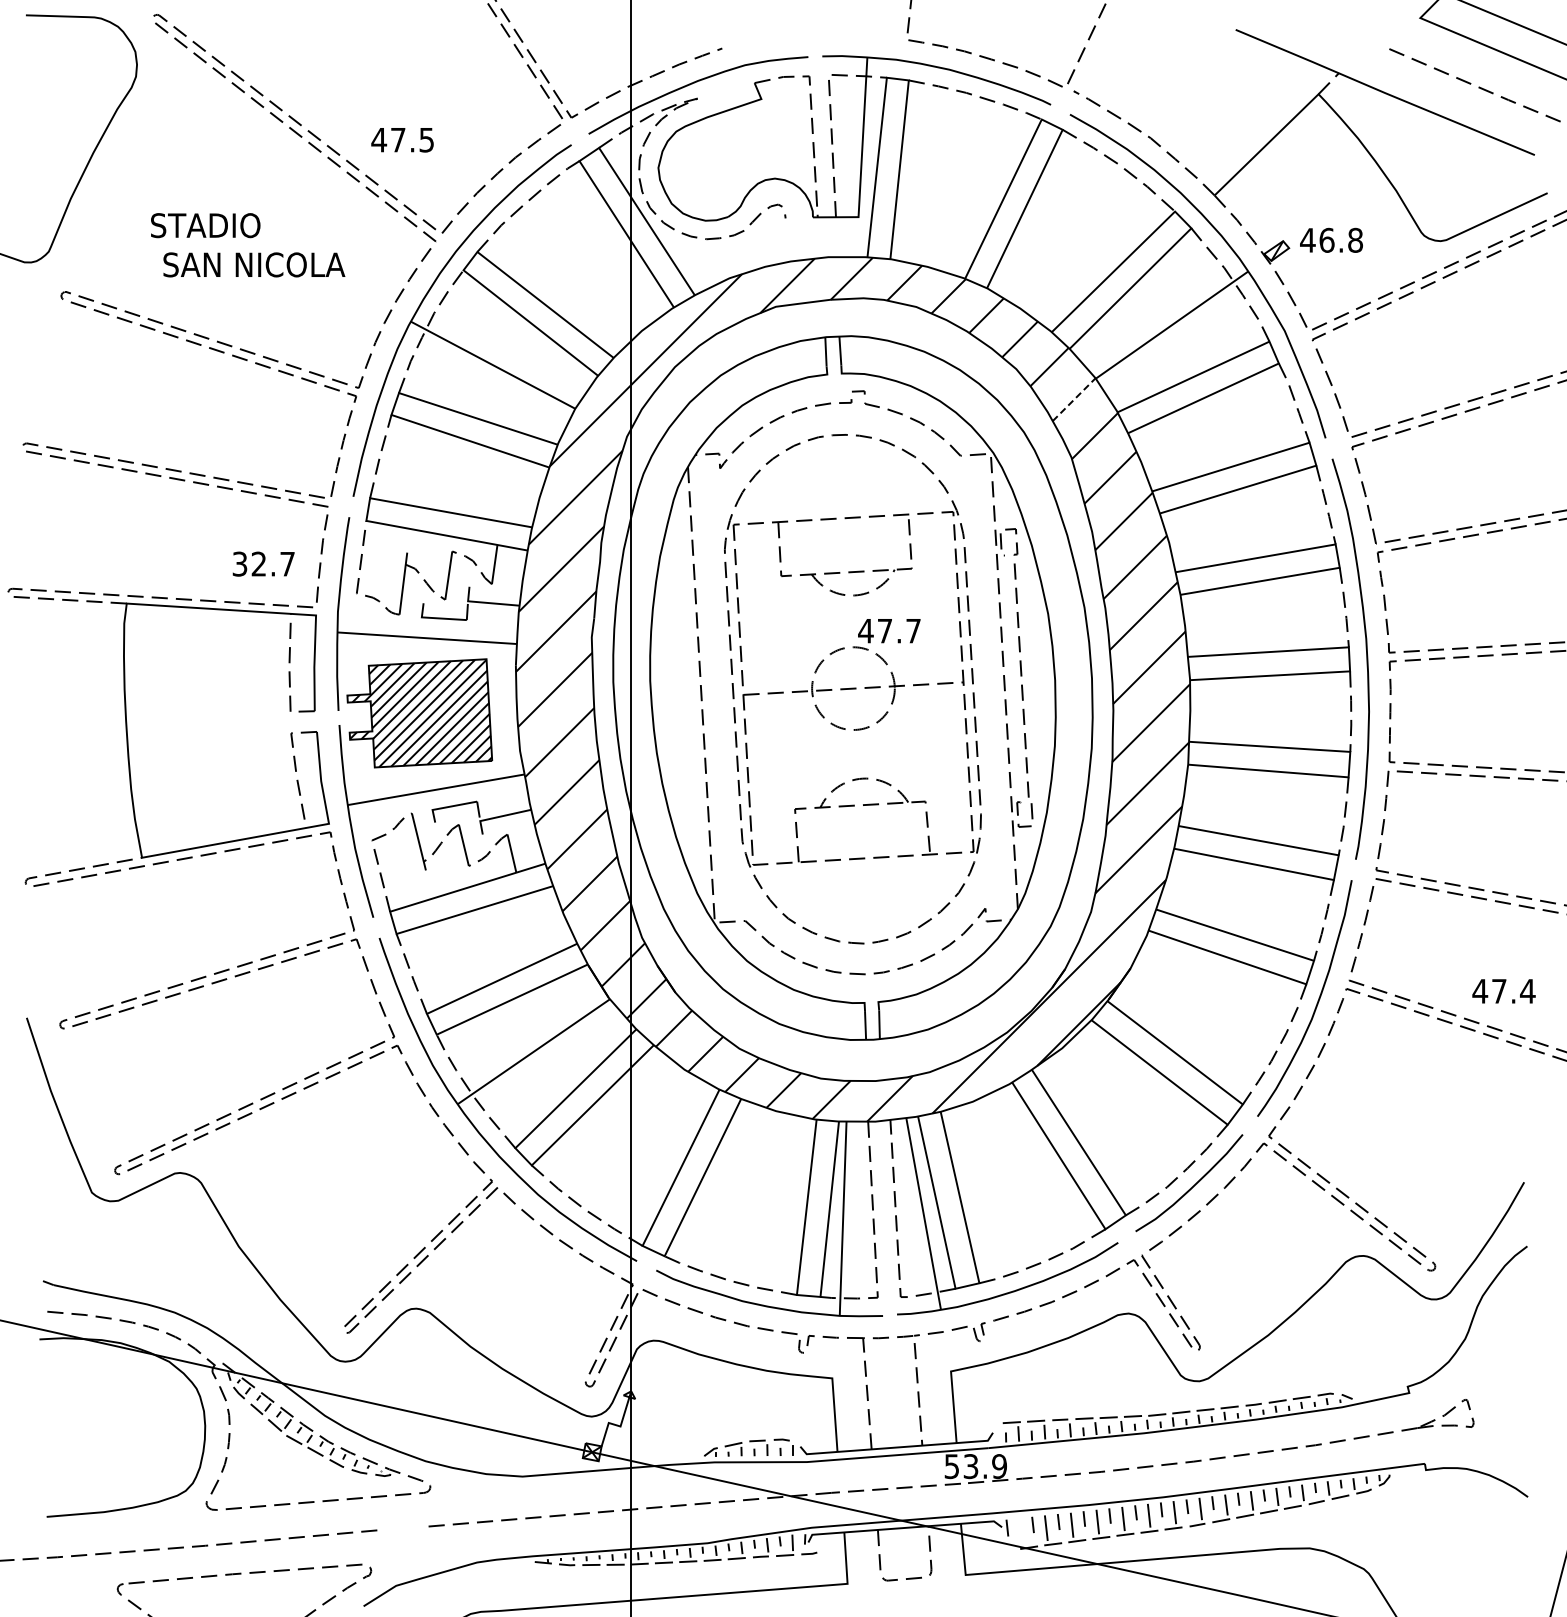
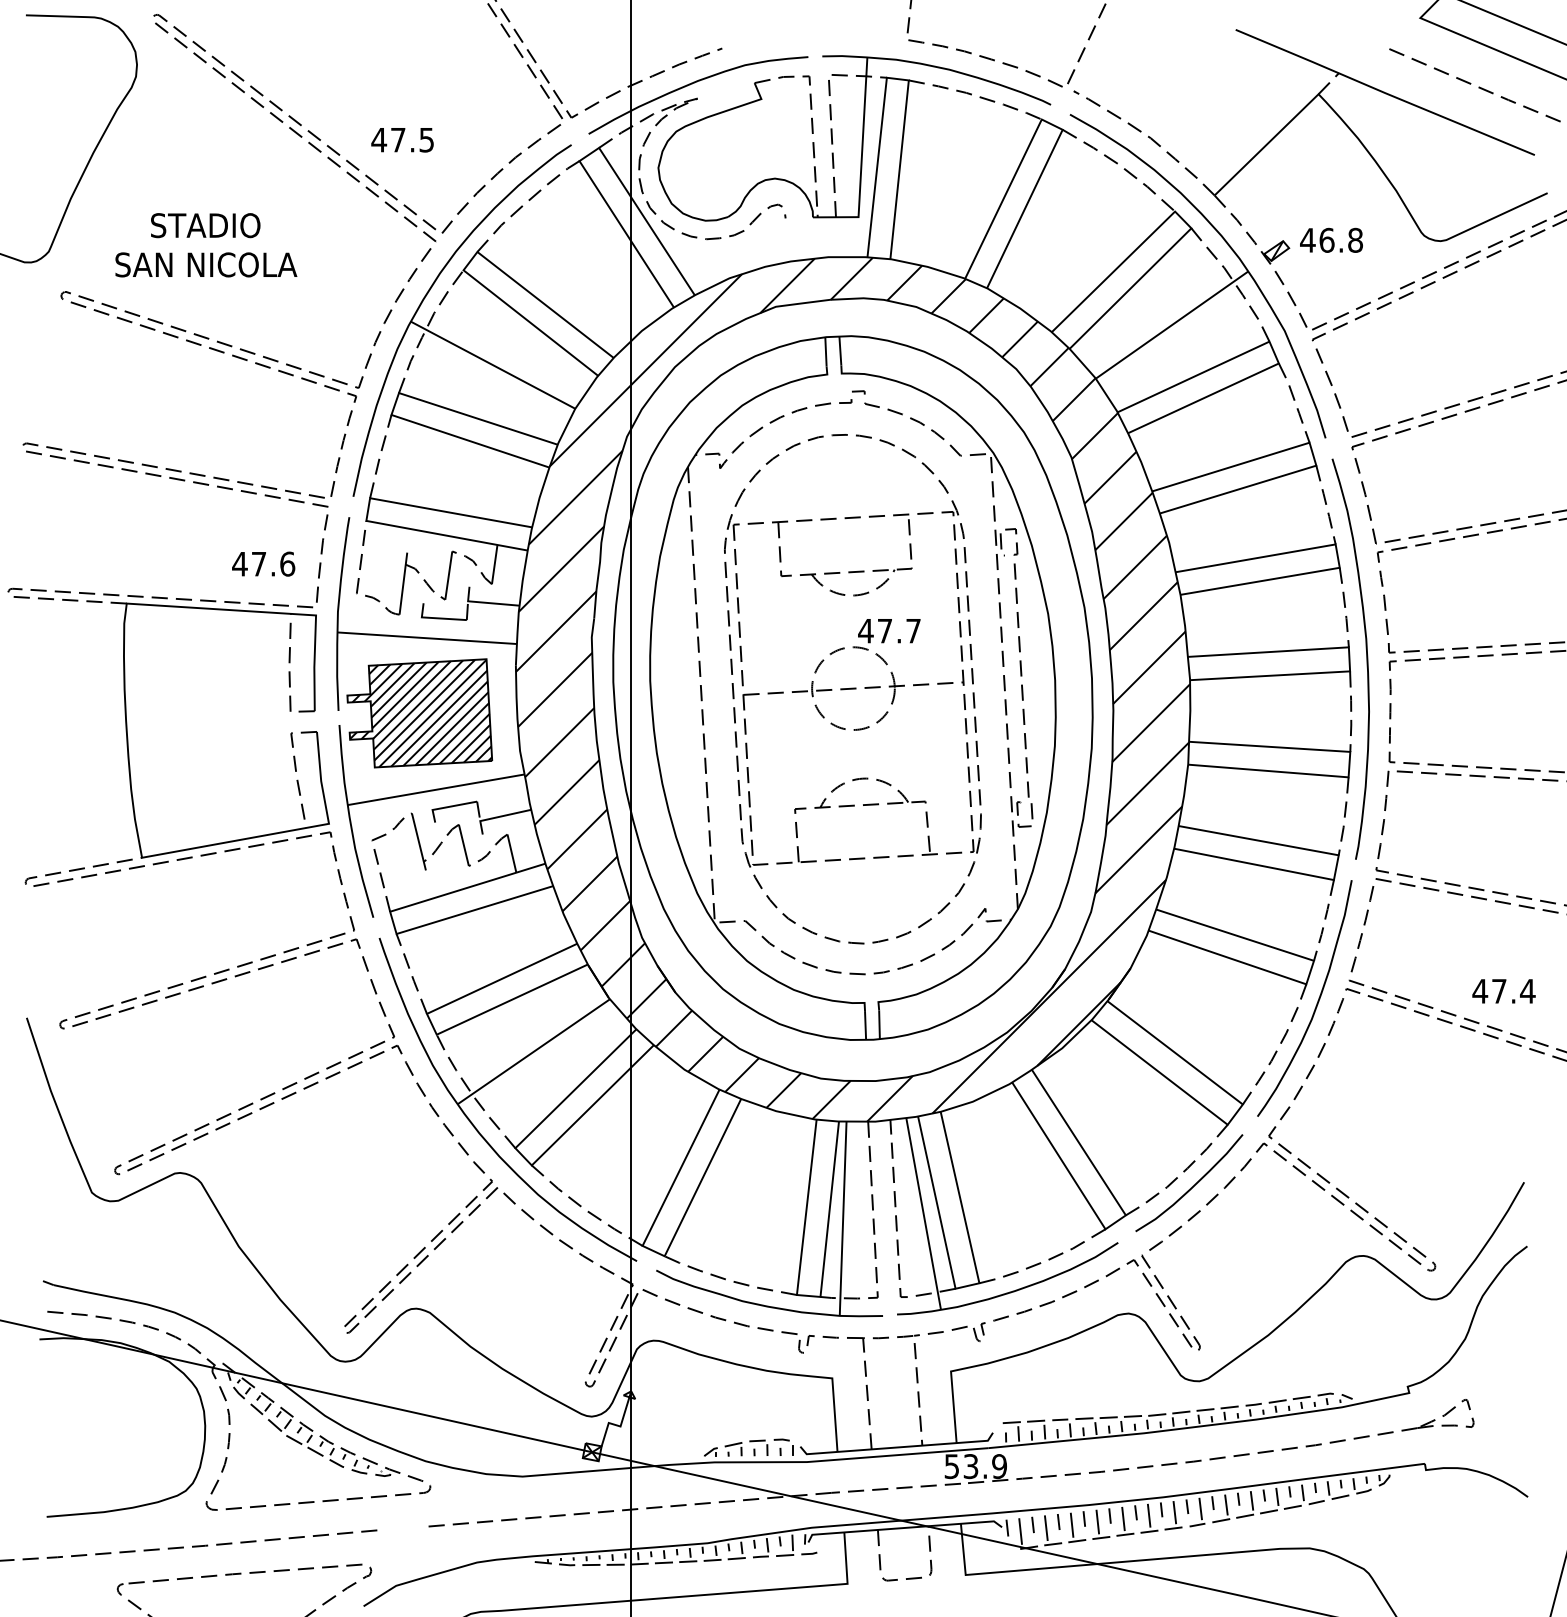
text at (254, 264) position: (254, 264) -> (206, 264)
line at (1074, 399): dashed -> solid
text at (263, 563): 32.7 -> 47.6
line at (1020, 1531): none -> present
